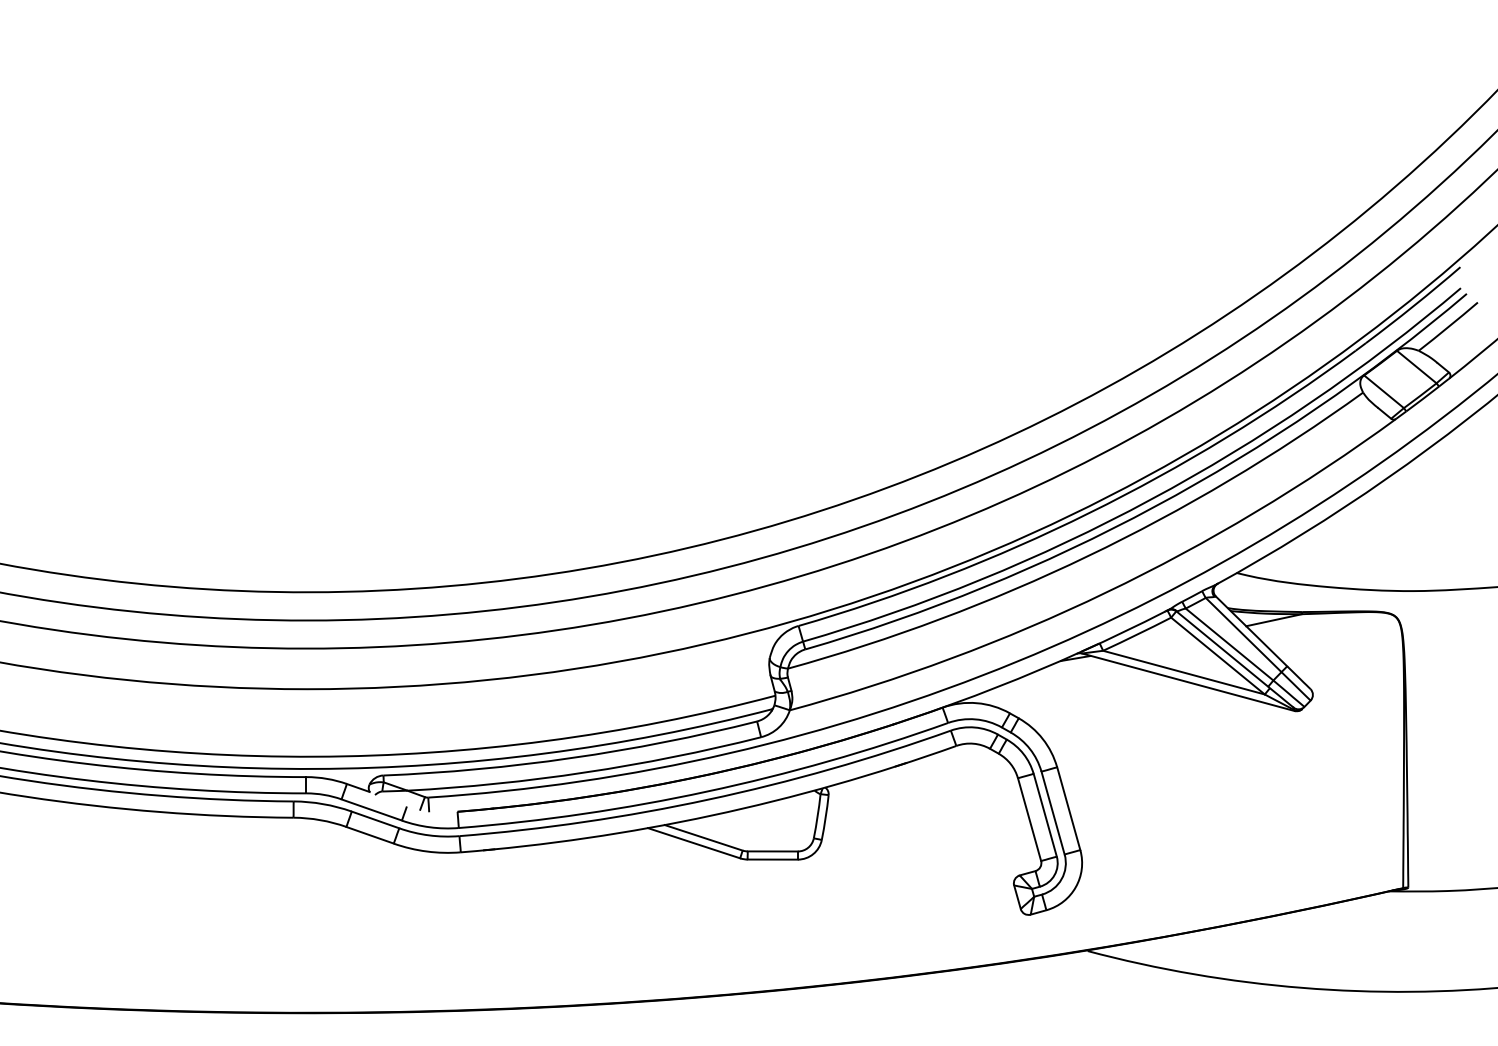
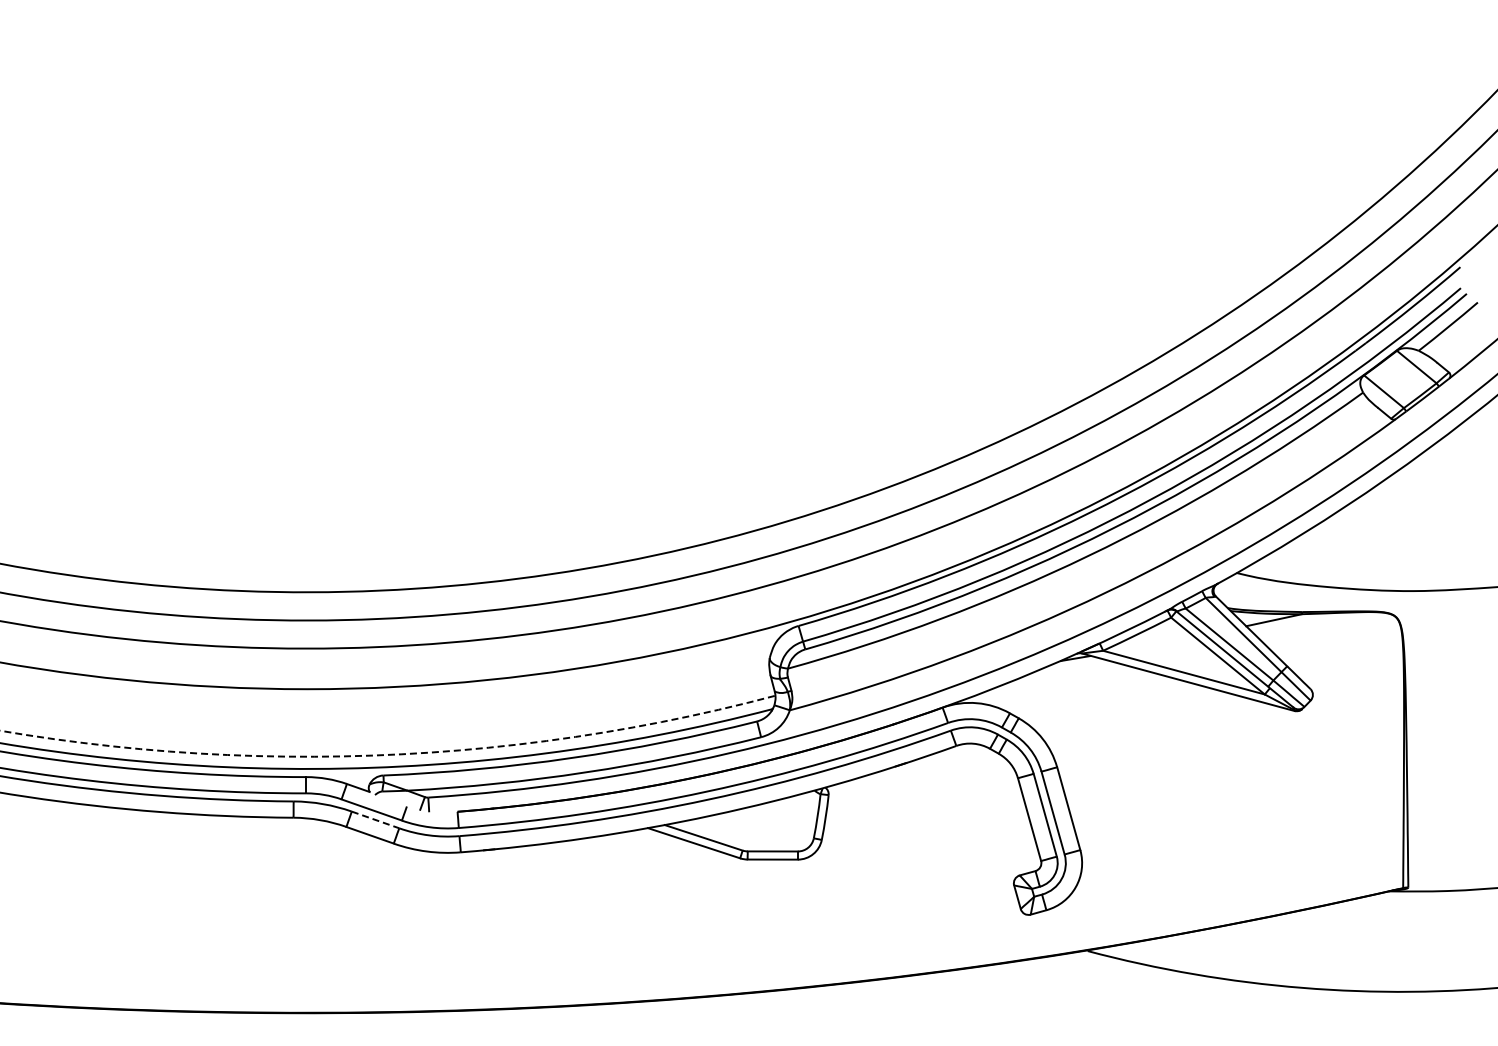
arc at (389, 754): solid -> dashed
line at (376, 820): solid -> dashed
